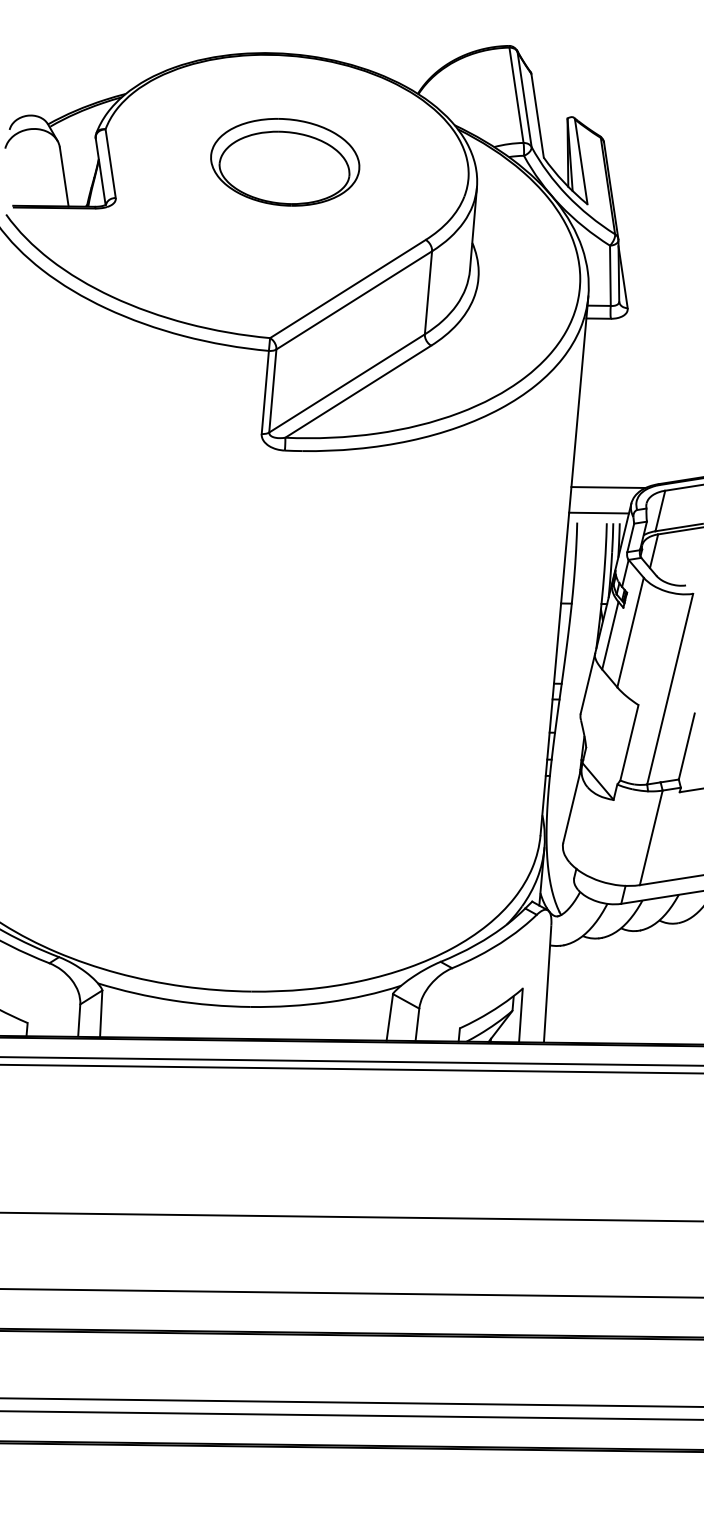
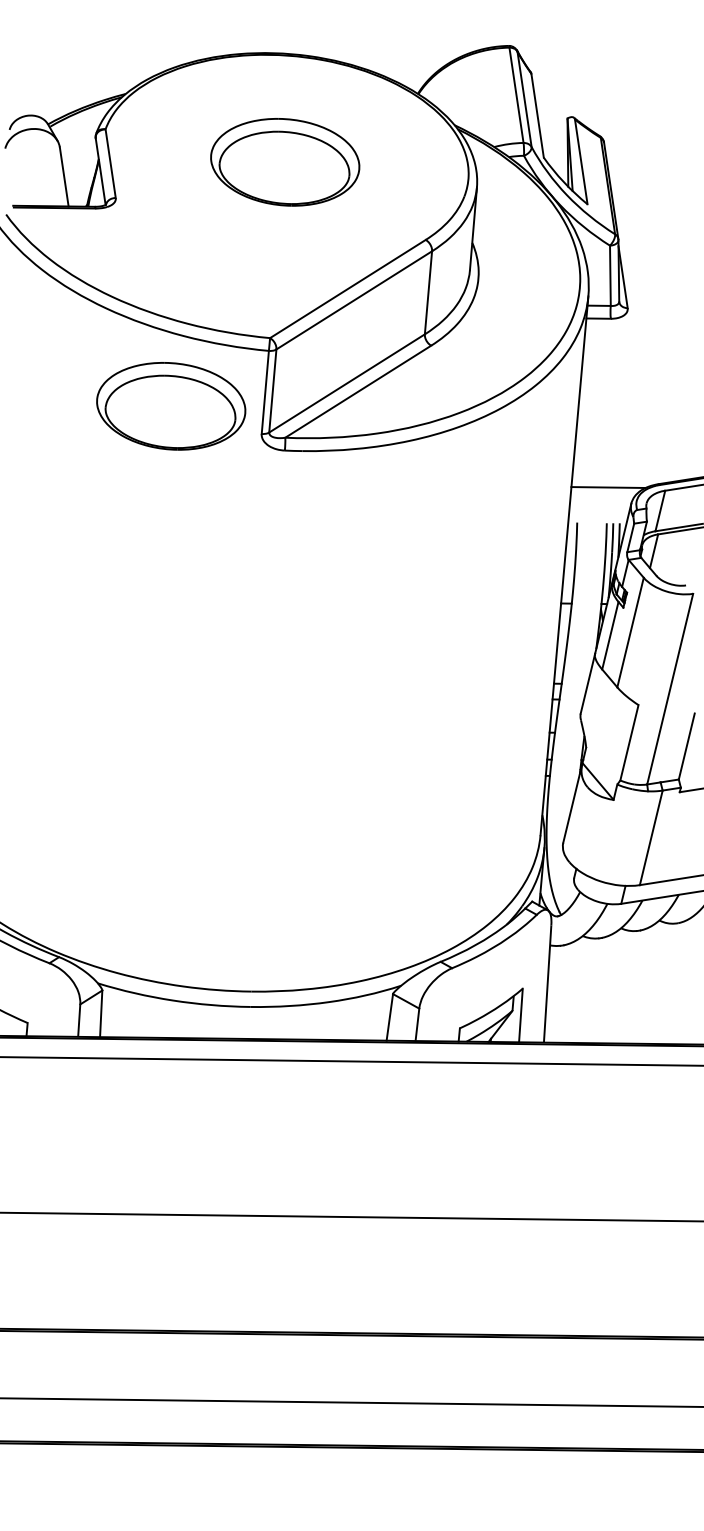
part at (171, 406): none -> present
line at (598, 512): present -> none
line at (351, 1068): present -> none
line at (351, 1293): present -> none
line at (351, 1415): present -> none
